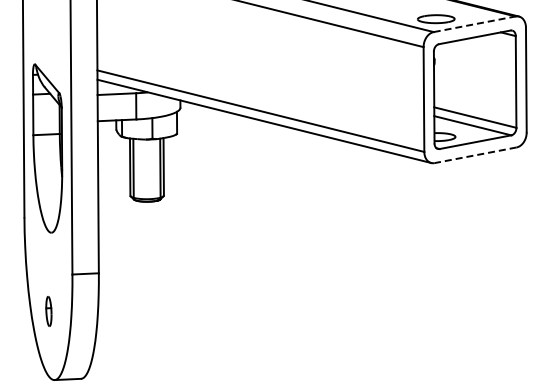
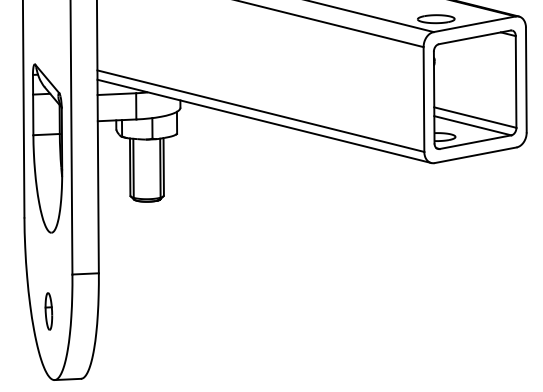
line at (474, 24): dashed -> solid
line at (475, 155): dashed -> solid
part at (48, 311) size: 8x31 px -> 10x39 px
